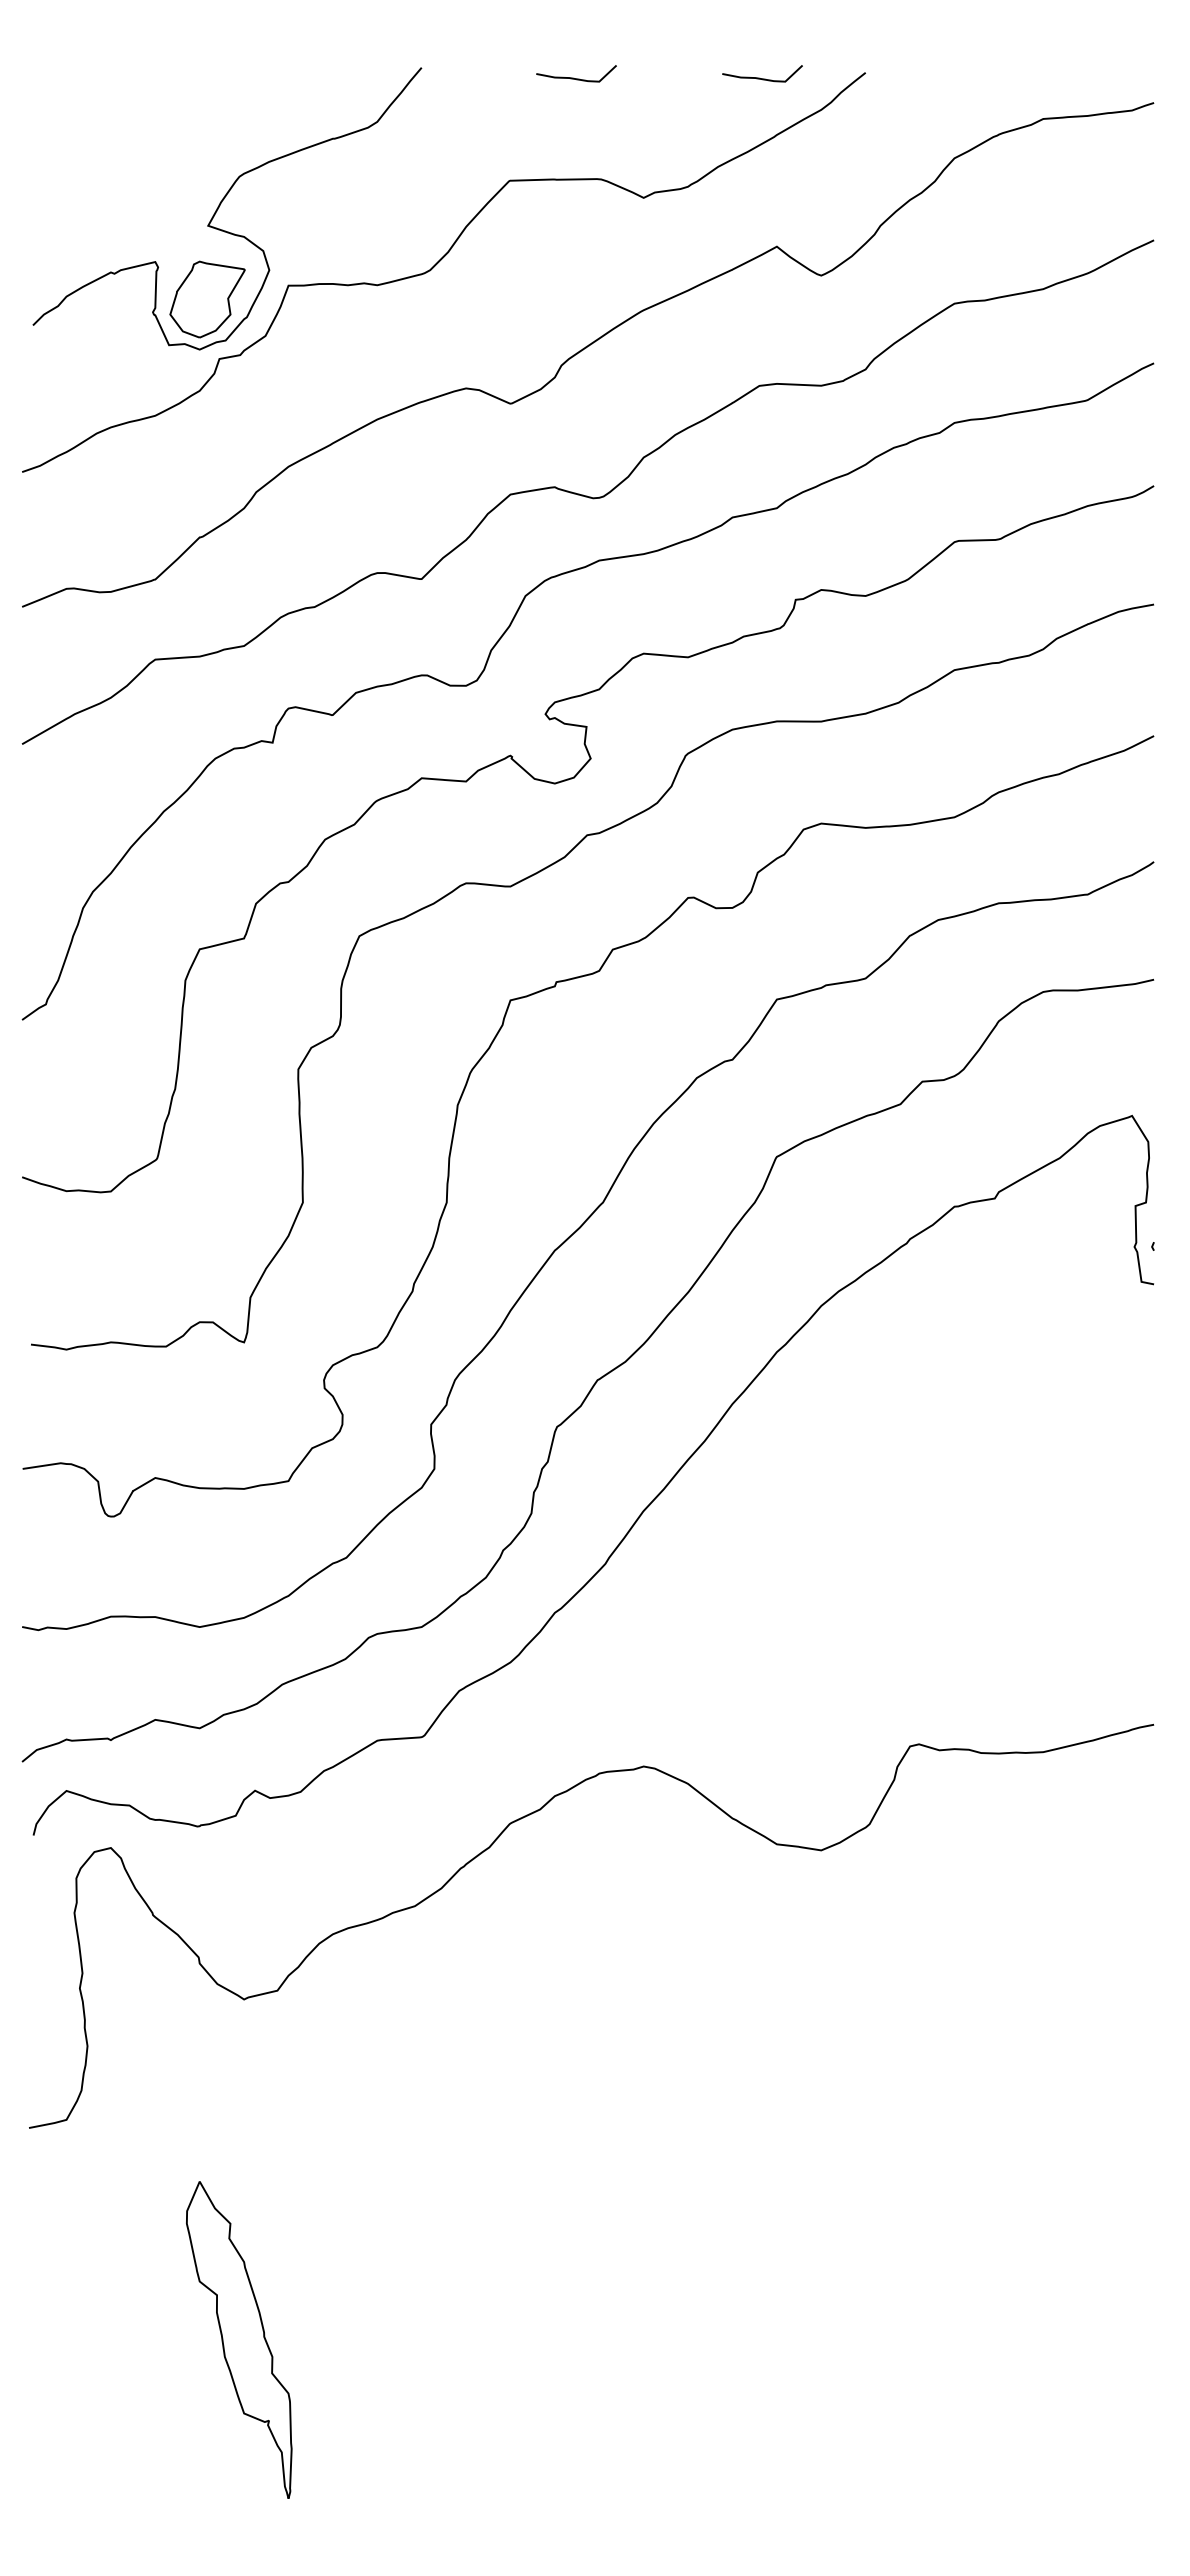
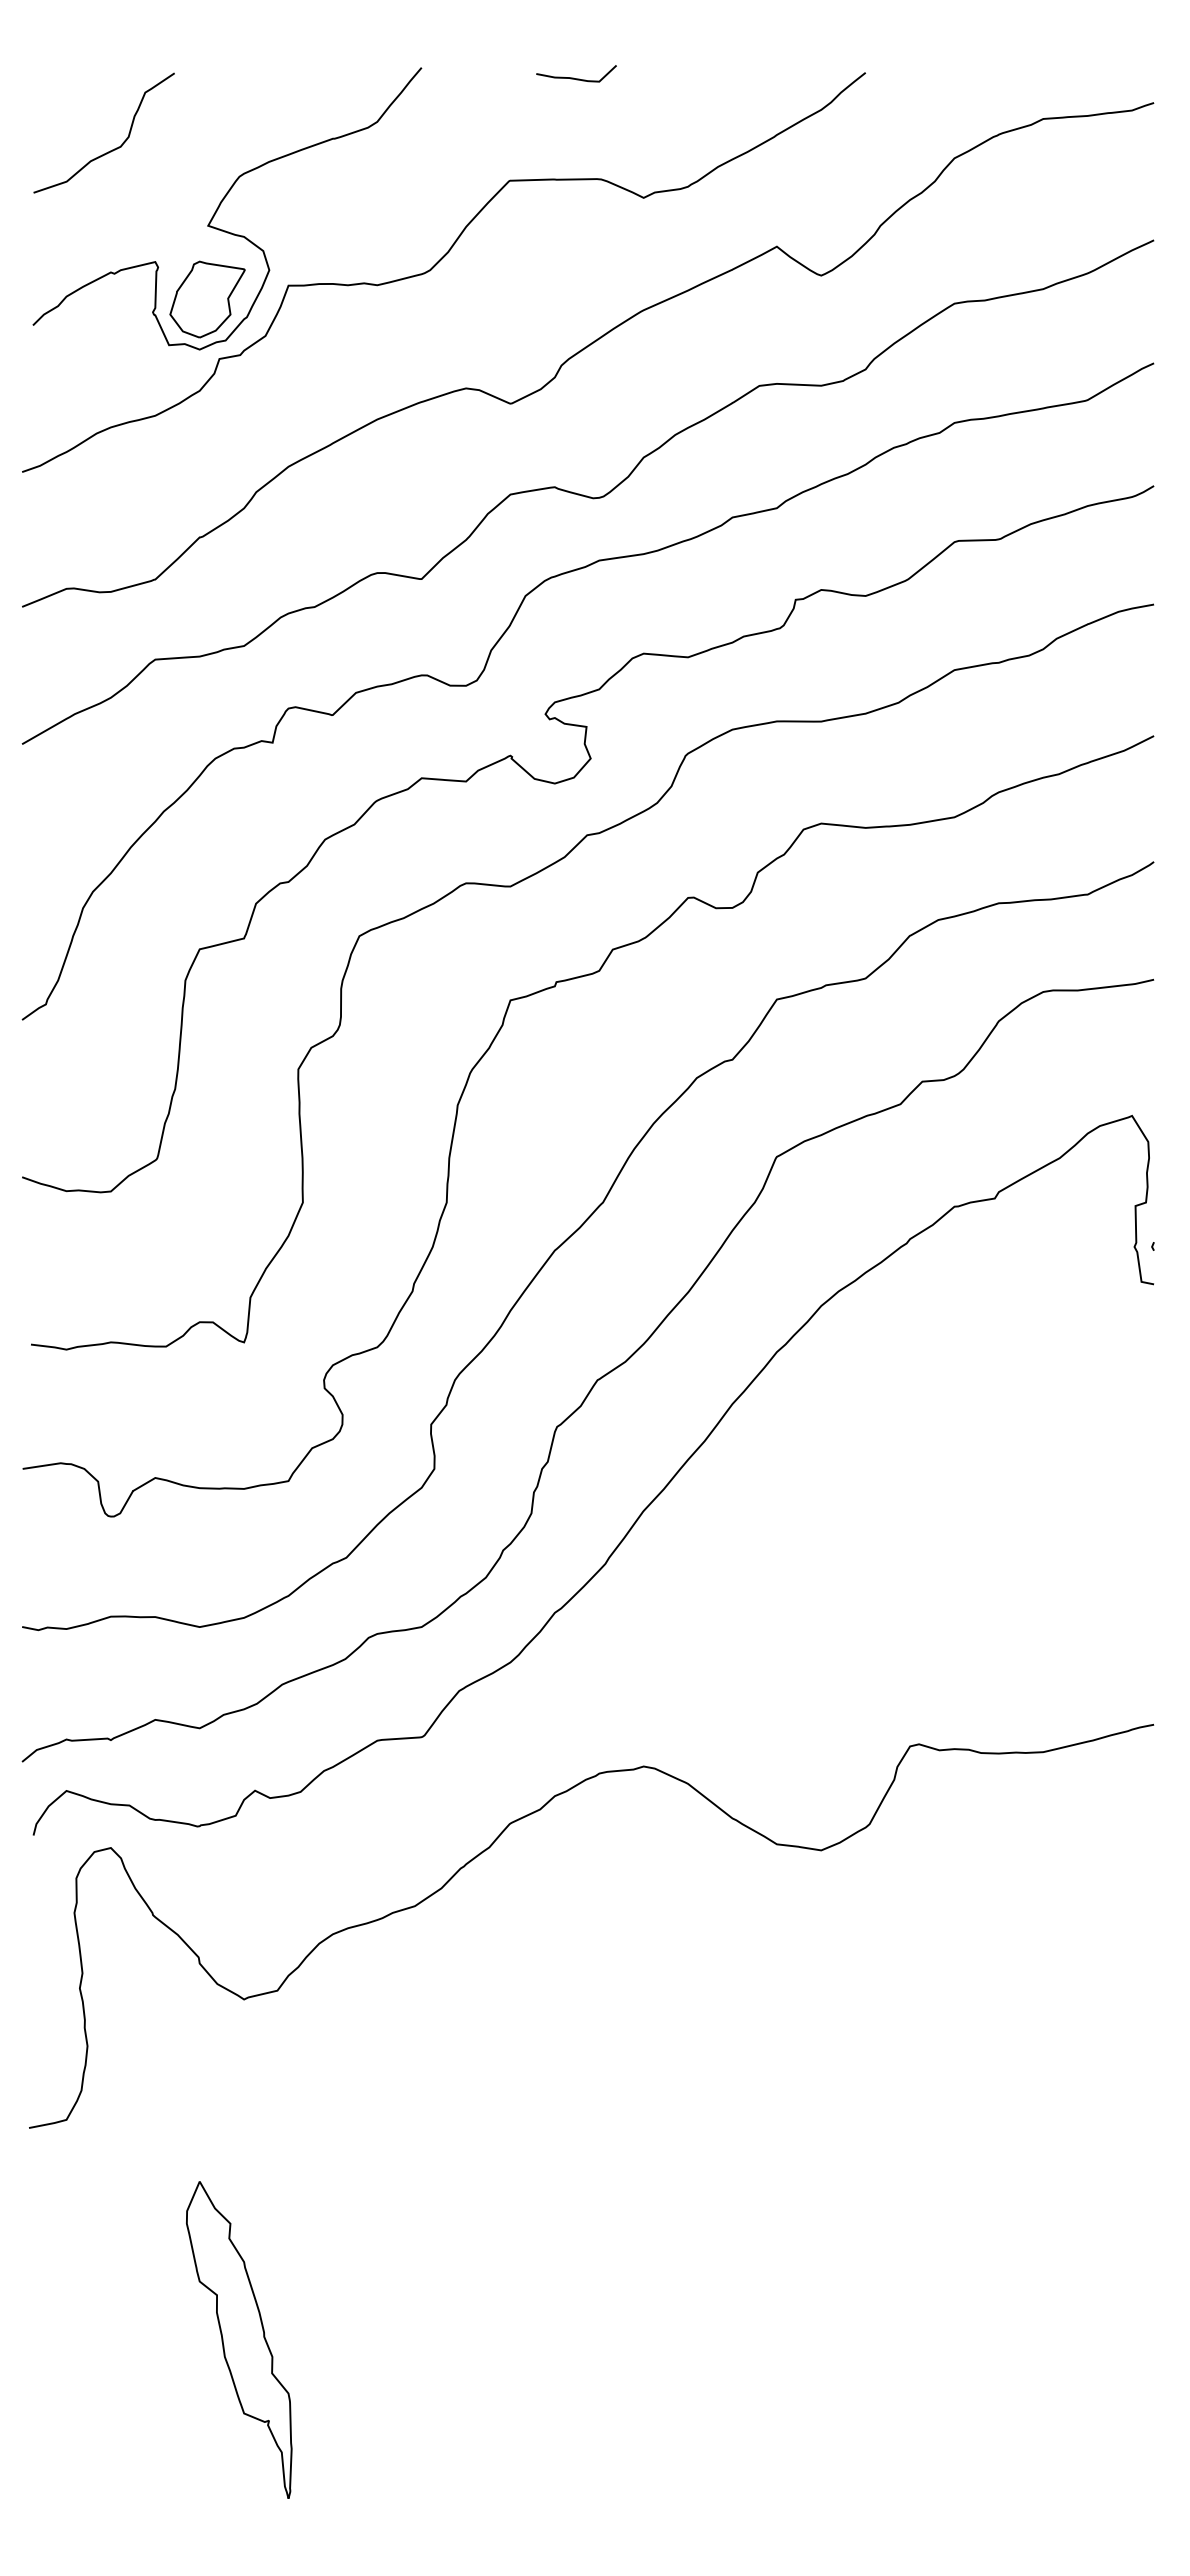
curve at (759, 77): present -> none
curve at (112, 149): none -> present
